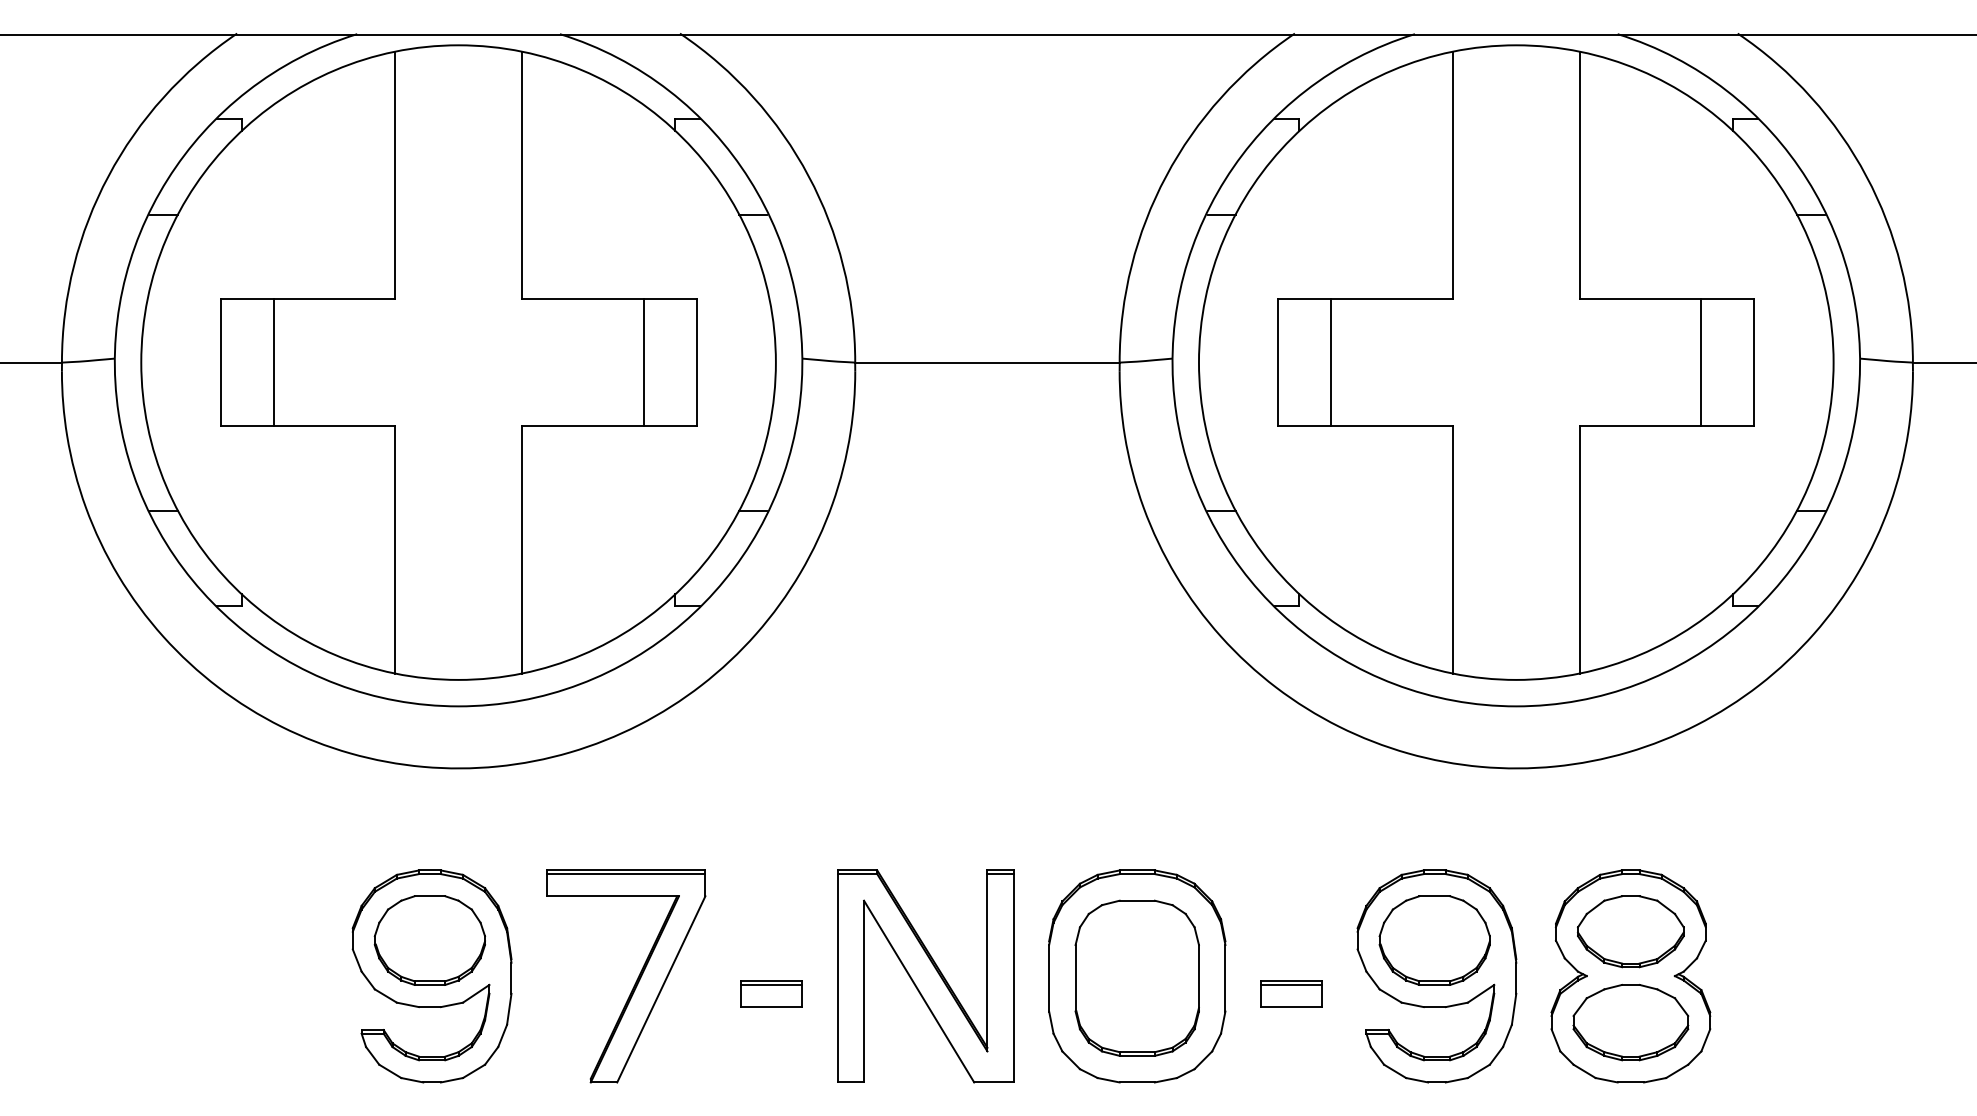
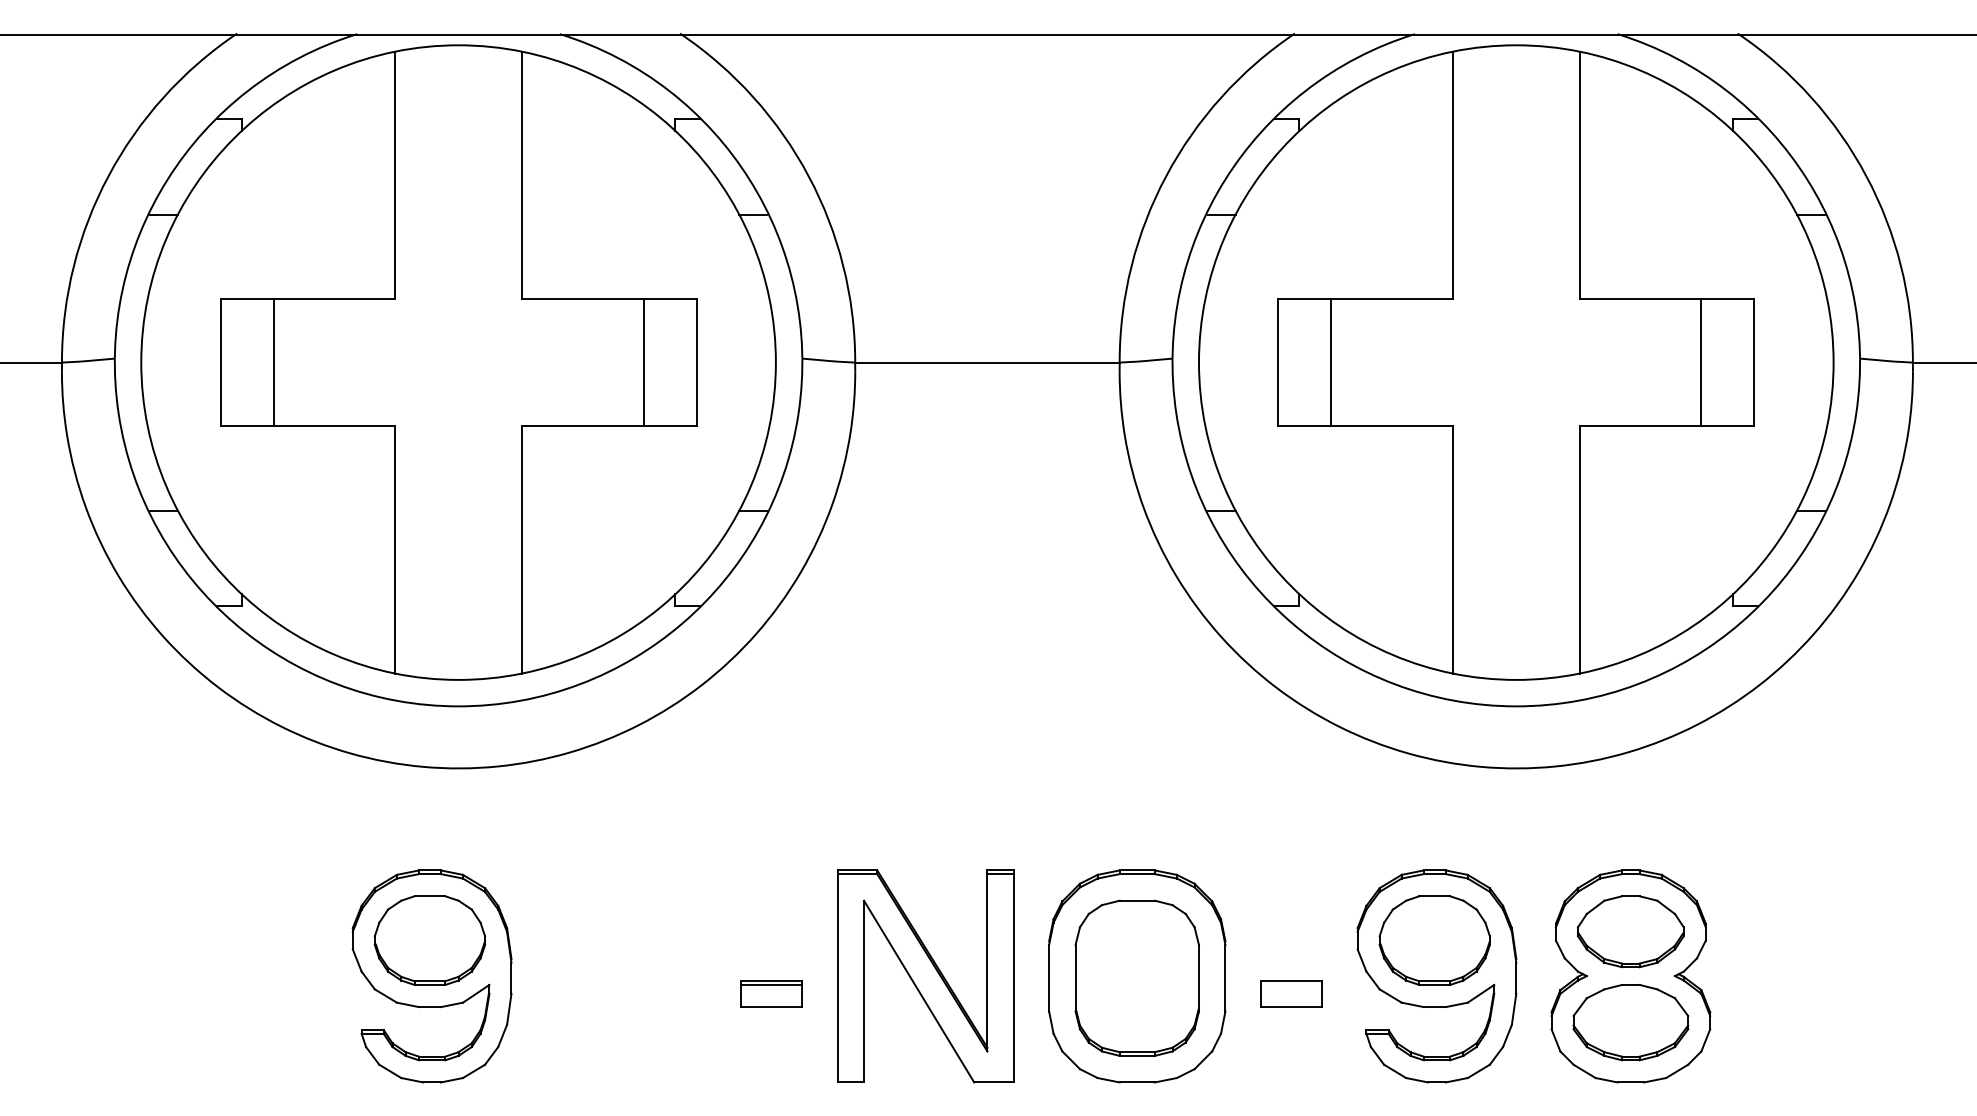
part at (635, 981): present -> none
line at (1291, 984): present -> none
